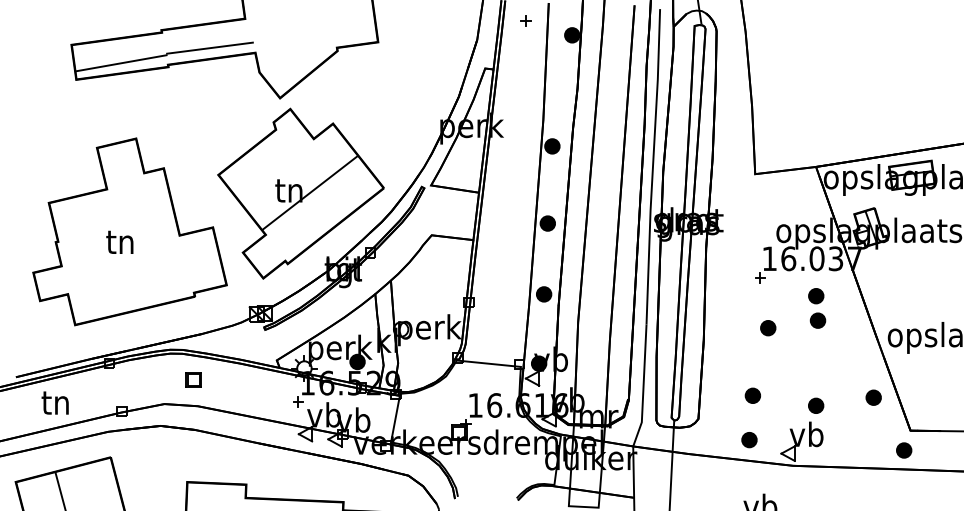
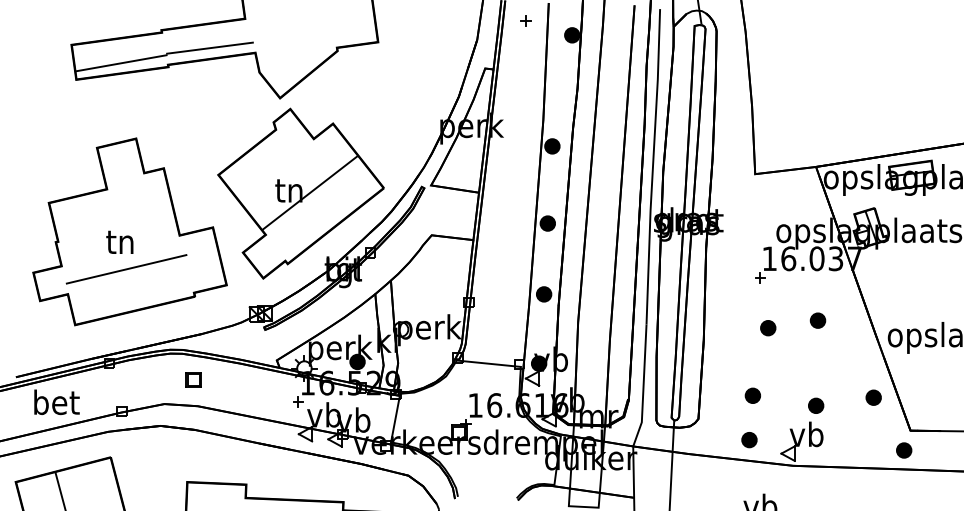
line at (126, 269): none -> present
part at (816, 296): present -> none
text at (56, 402): tn -> bet
